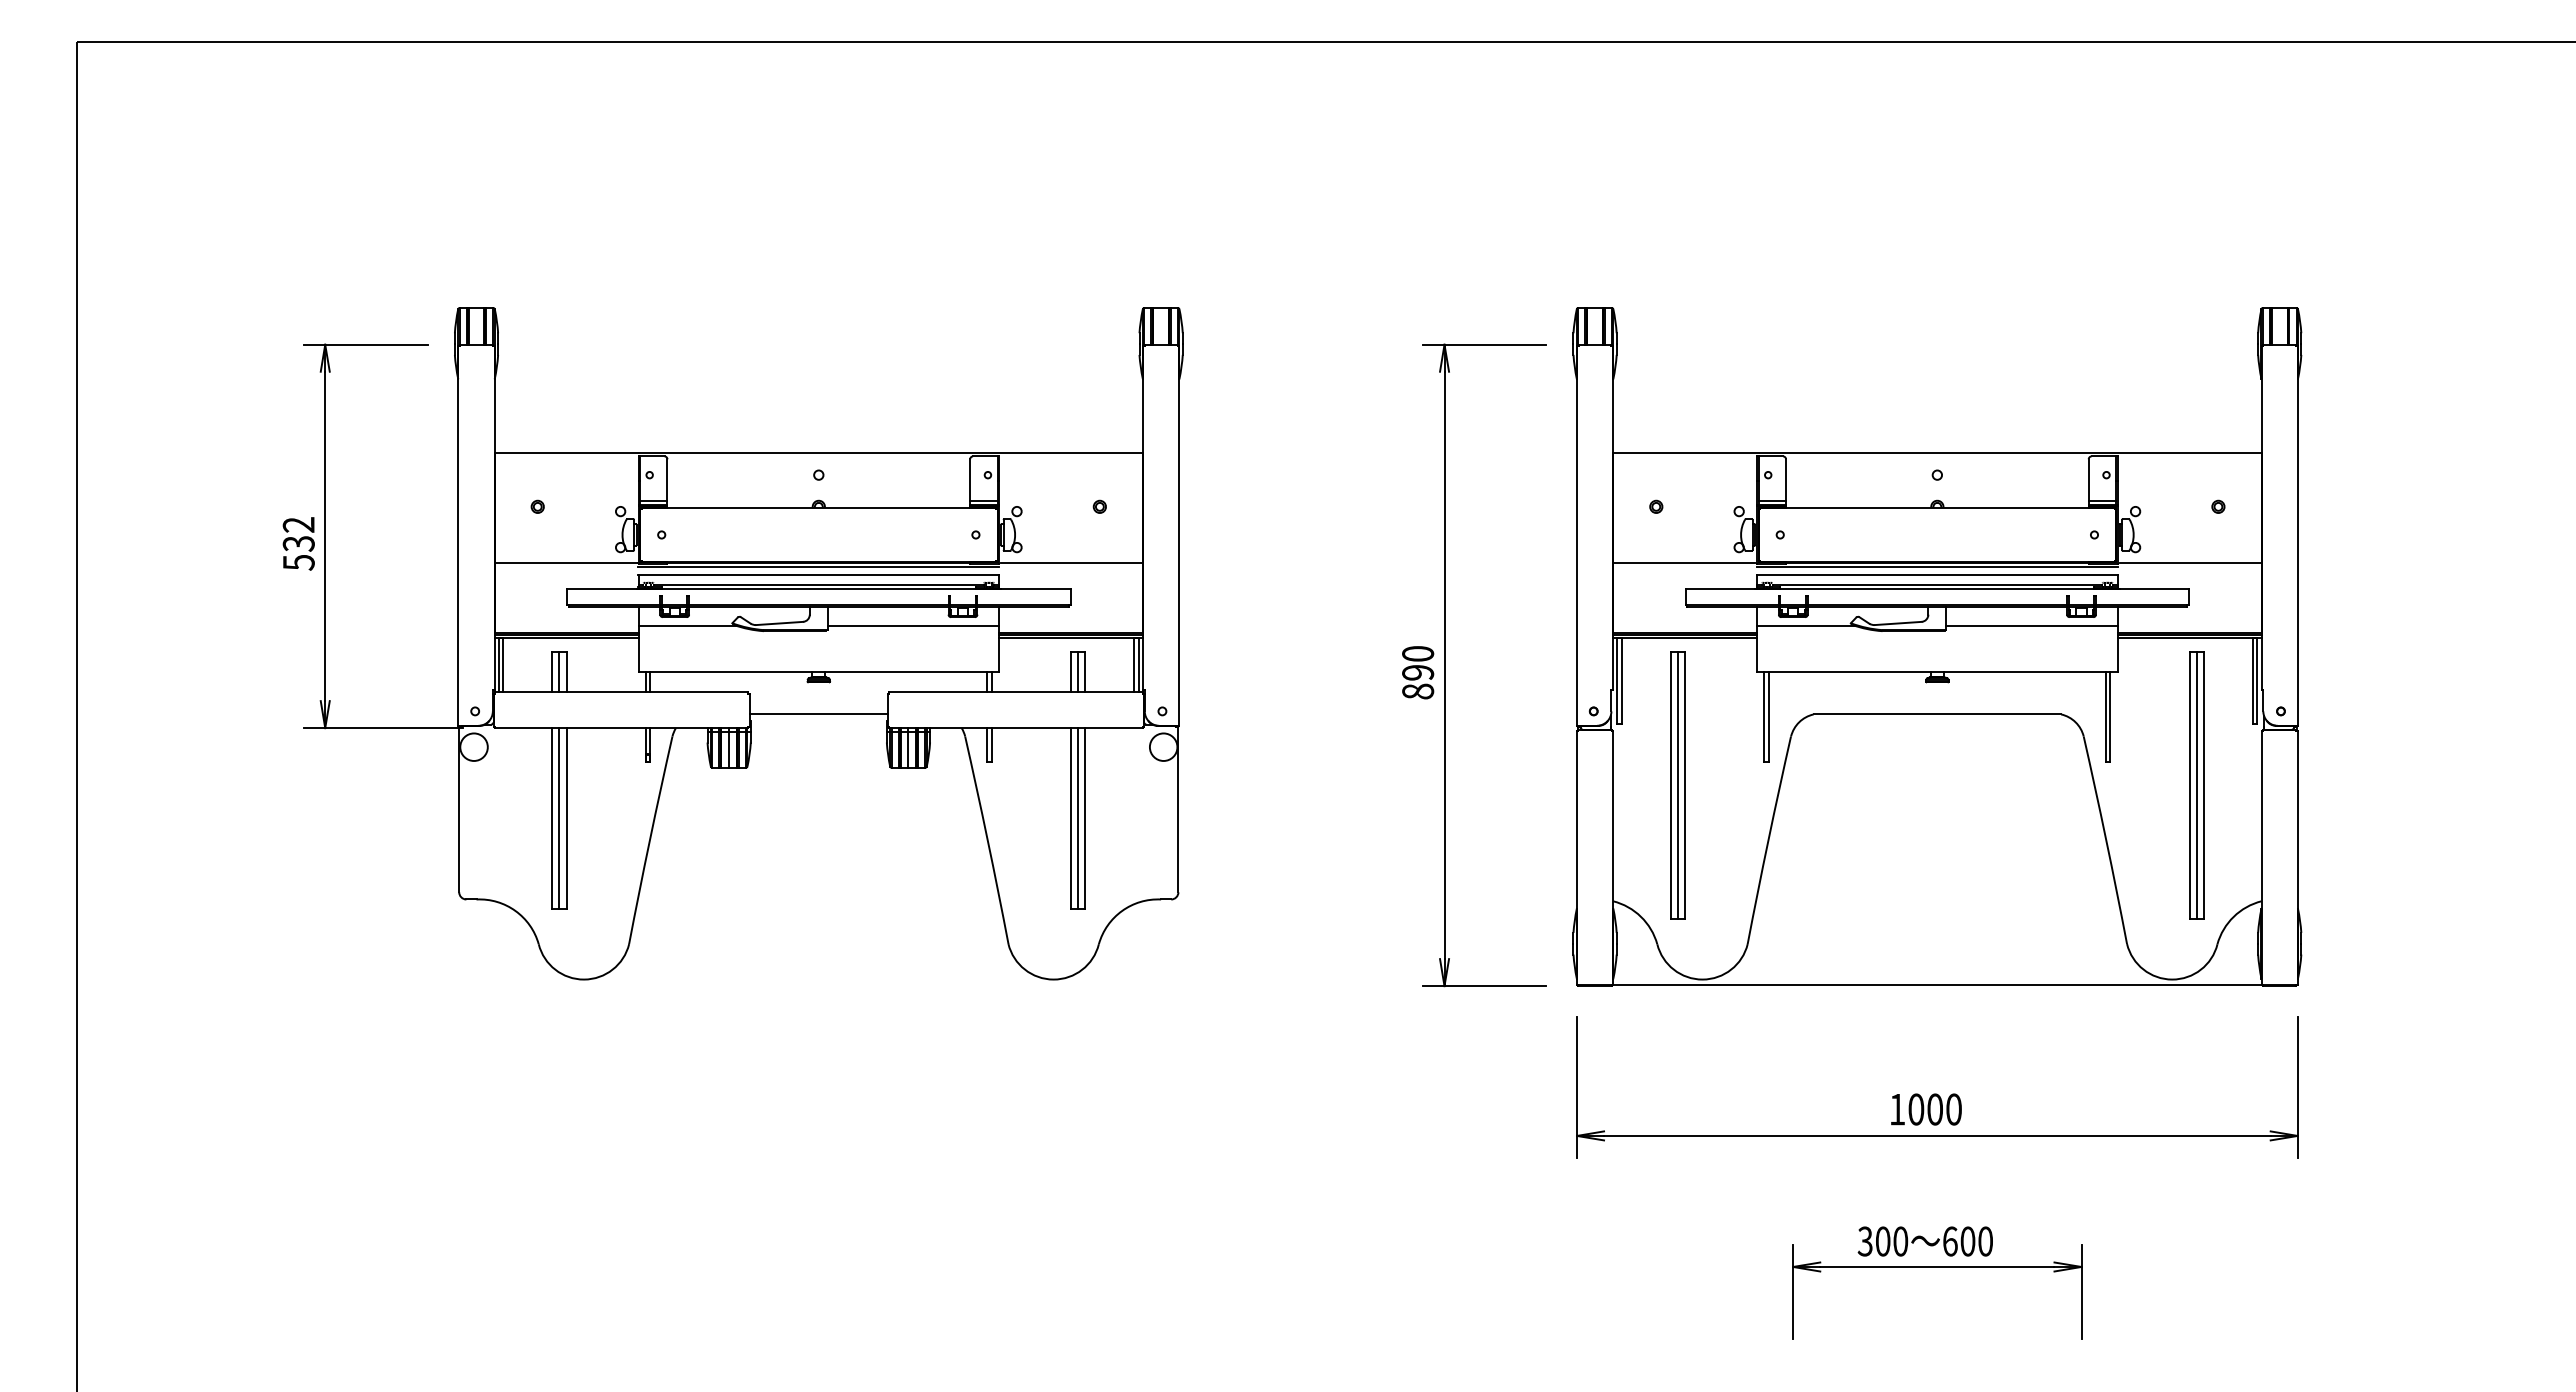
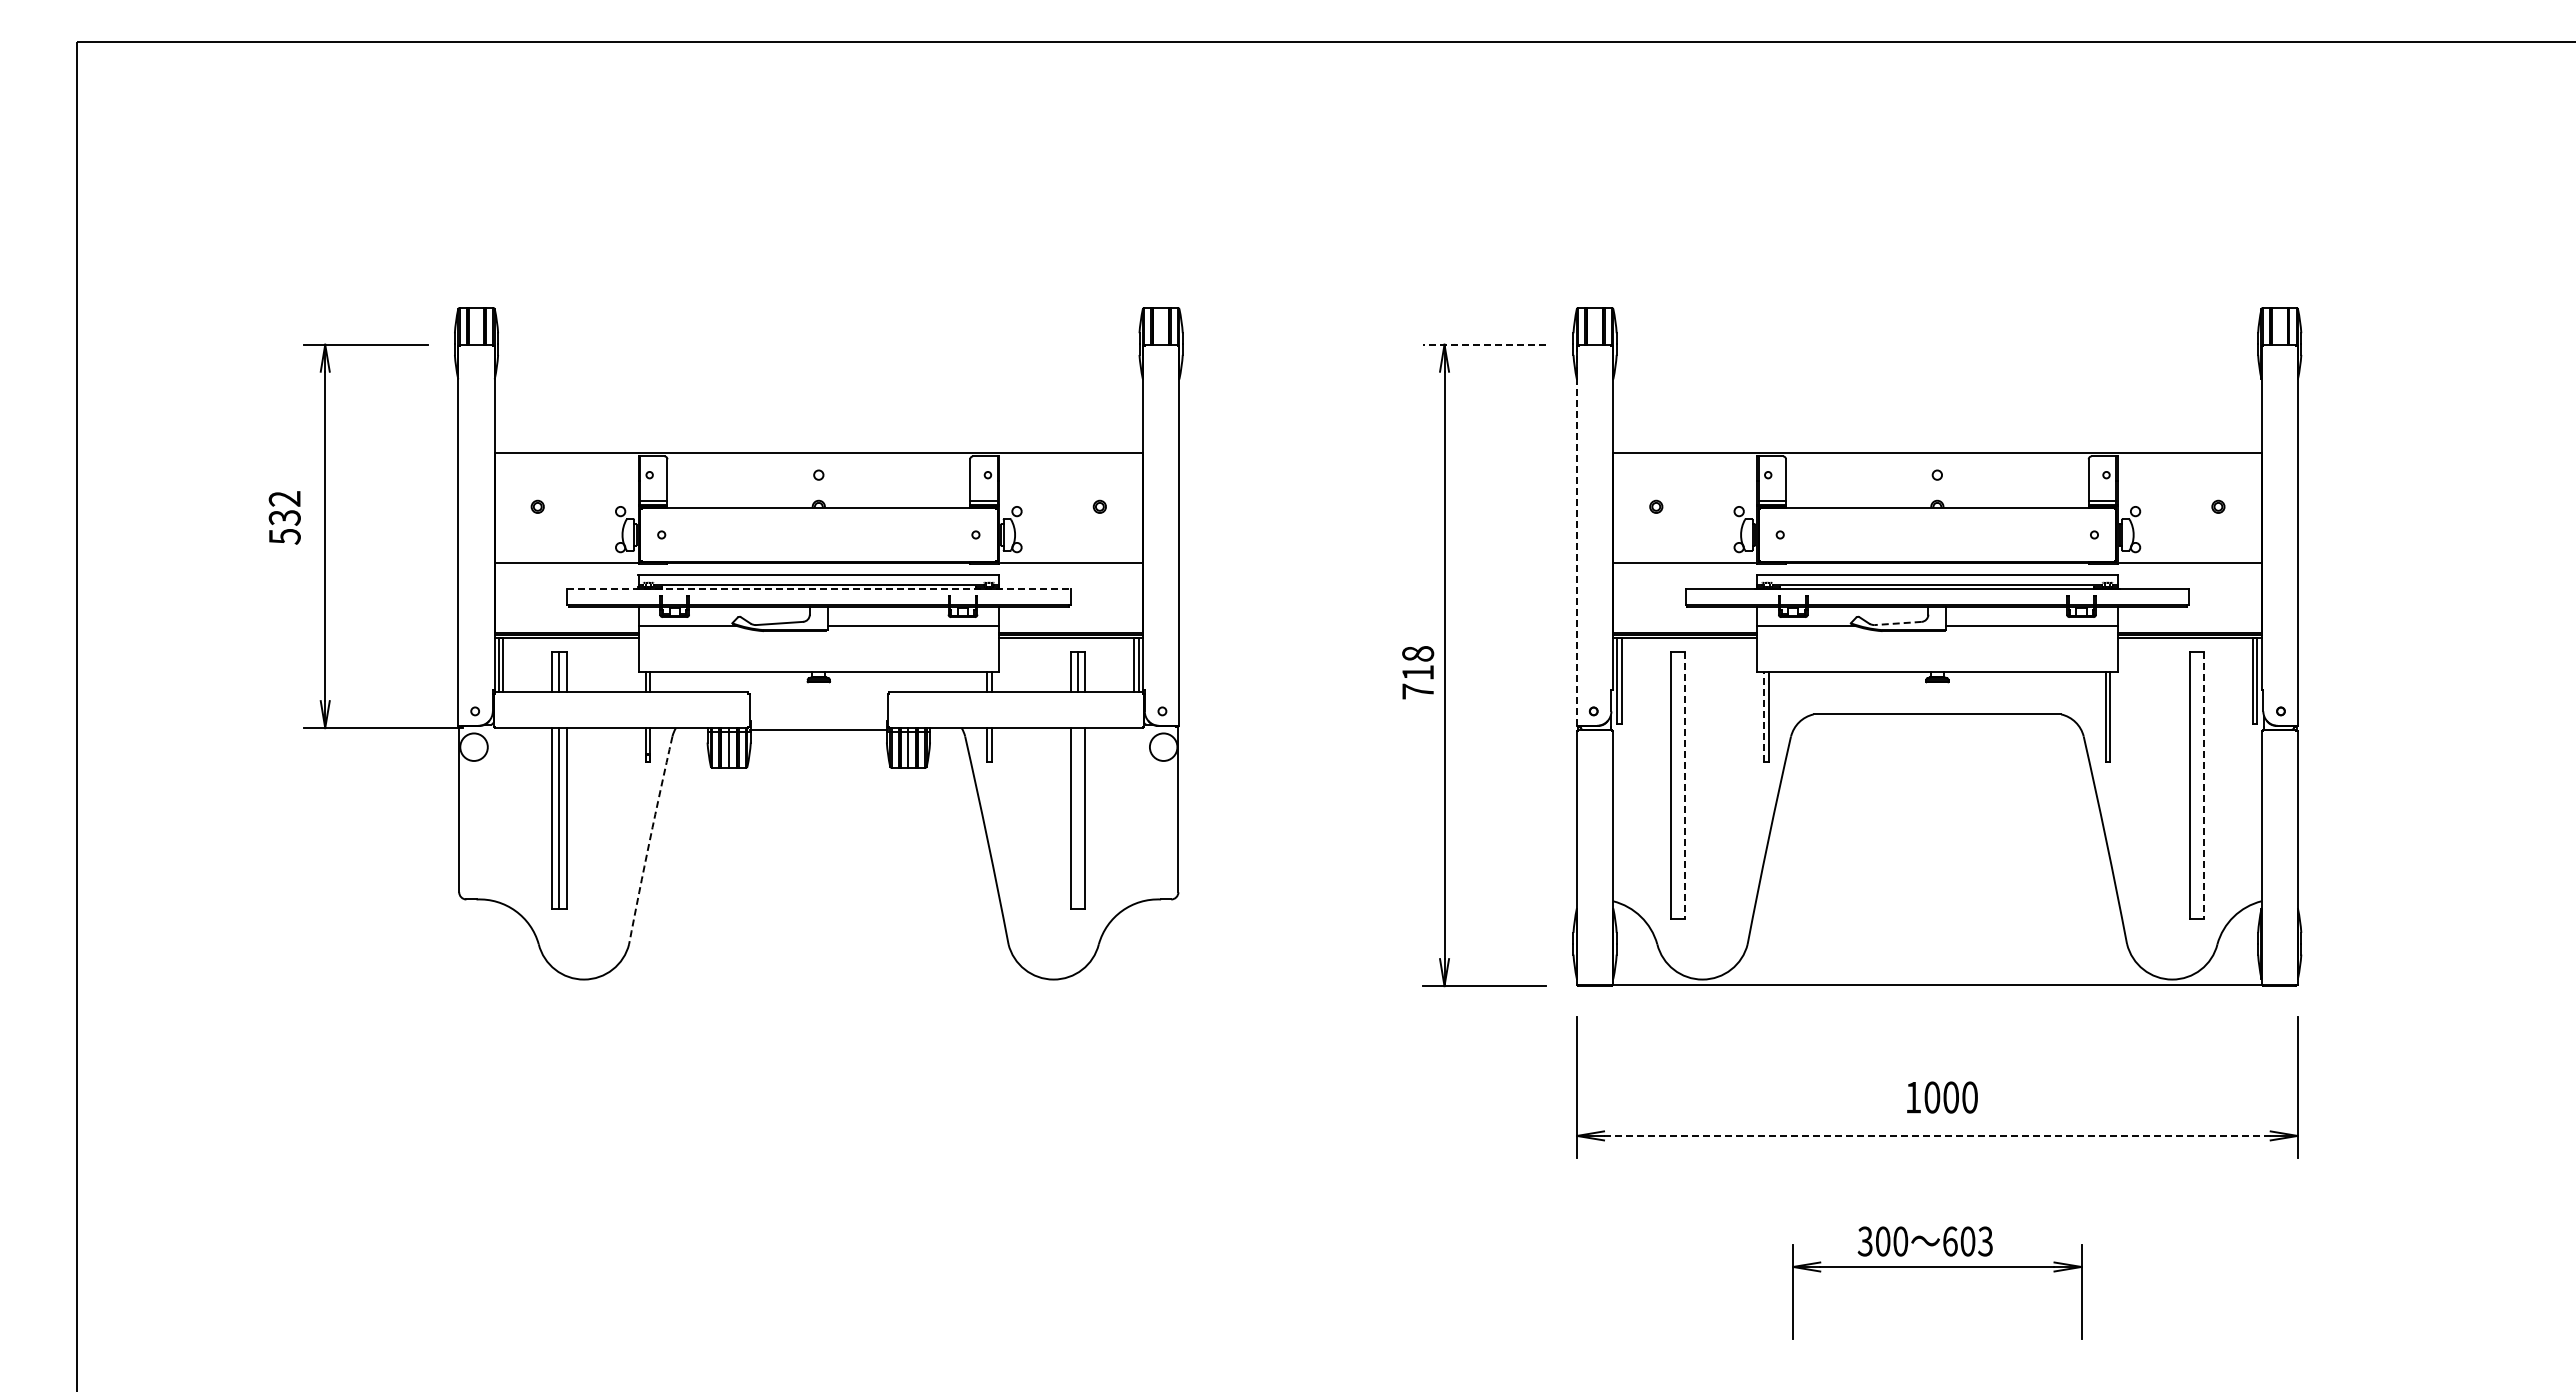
line at (1484, 344): solid -> dashed
line at (1577, 536): solid -> dashed
text at (298, 543) position: (298, 543) -> (284, 517)
line at (818, 567): present -> none
line at (1936, 567): present -> none
line at (818, 589): solid -> dashed
line at (1898, 623): solid -> dashed
text at (1418, 672): 890 -> 718
line at (818, 714) position: (818, 714) -> (818, 730)
line at (1764, 717): solid -> dashed
line at (1677, 785): present -> none
line at (1685, 785): solid -> dashed
line at (2196, 785): present -> none
line at (2204, 785): solid -> dashed
line at (1078, 818): present -> none
arc at (649, 840): solid -> dashed
text at (1926, 1109) position: (1926, 1109) -> (1942, 1097)
line at (1937, 1135): solid -> dashed
text at (1985, 1241): 600 -> 603
